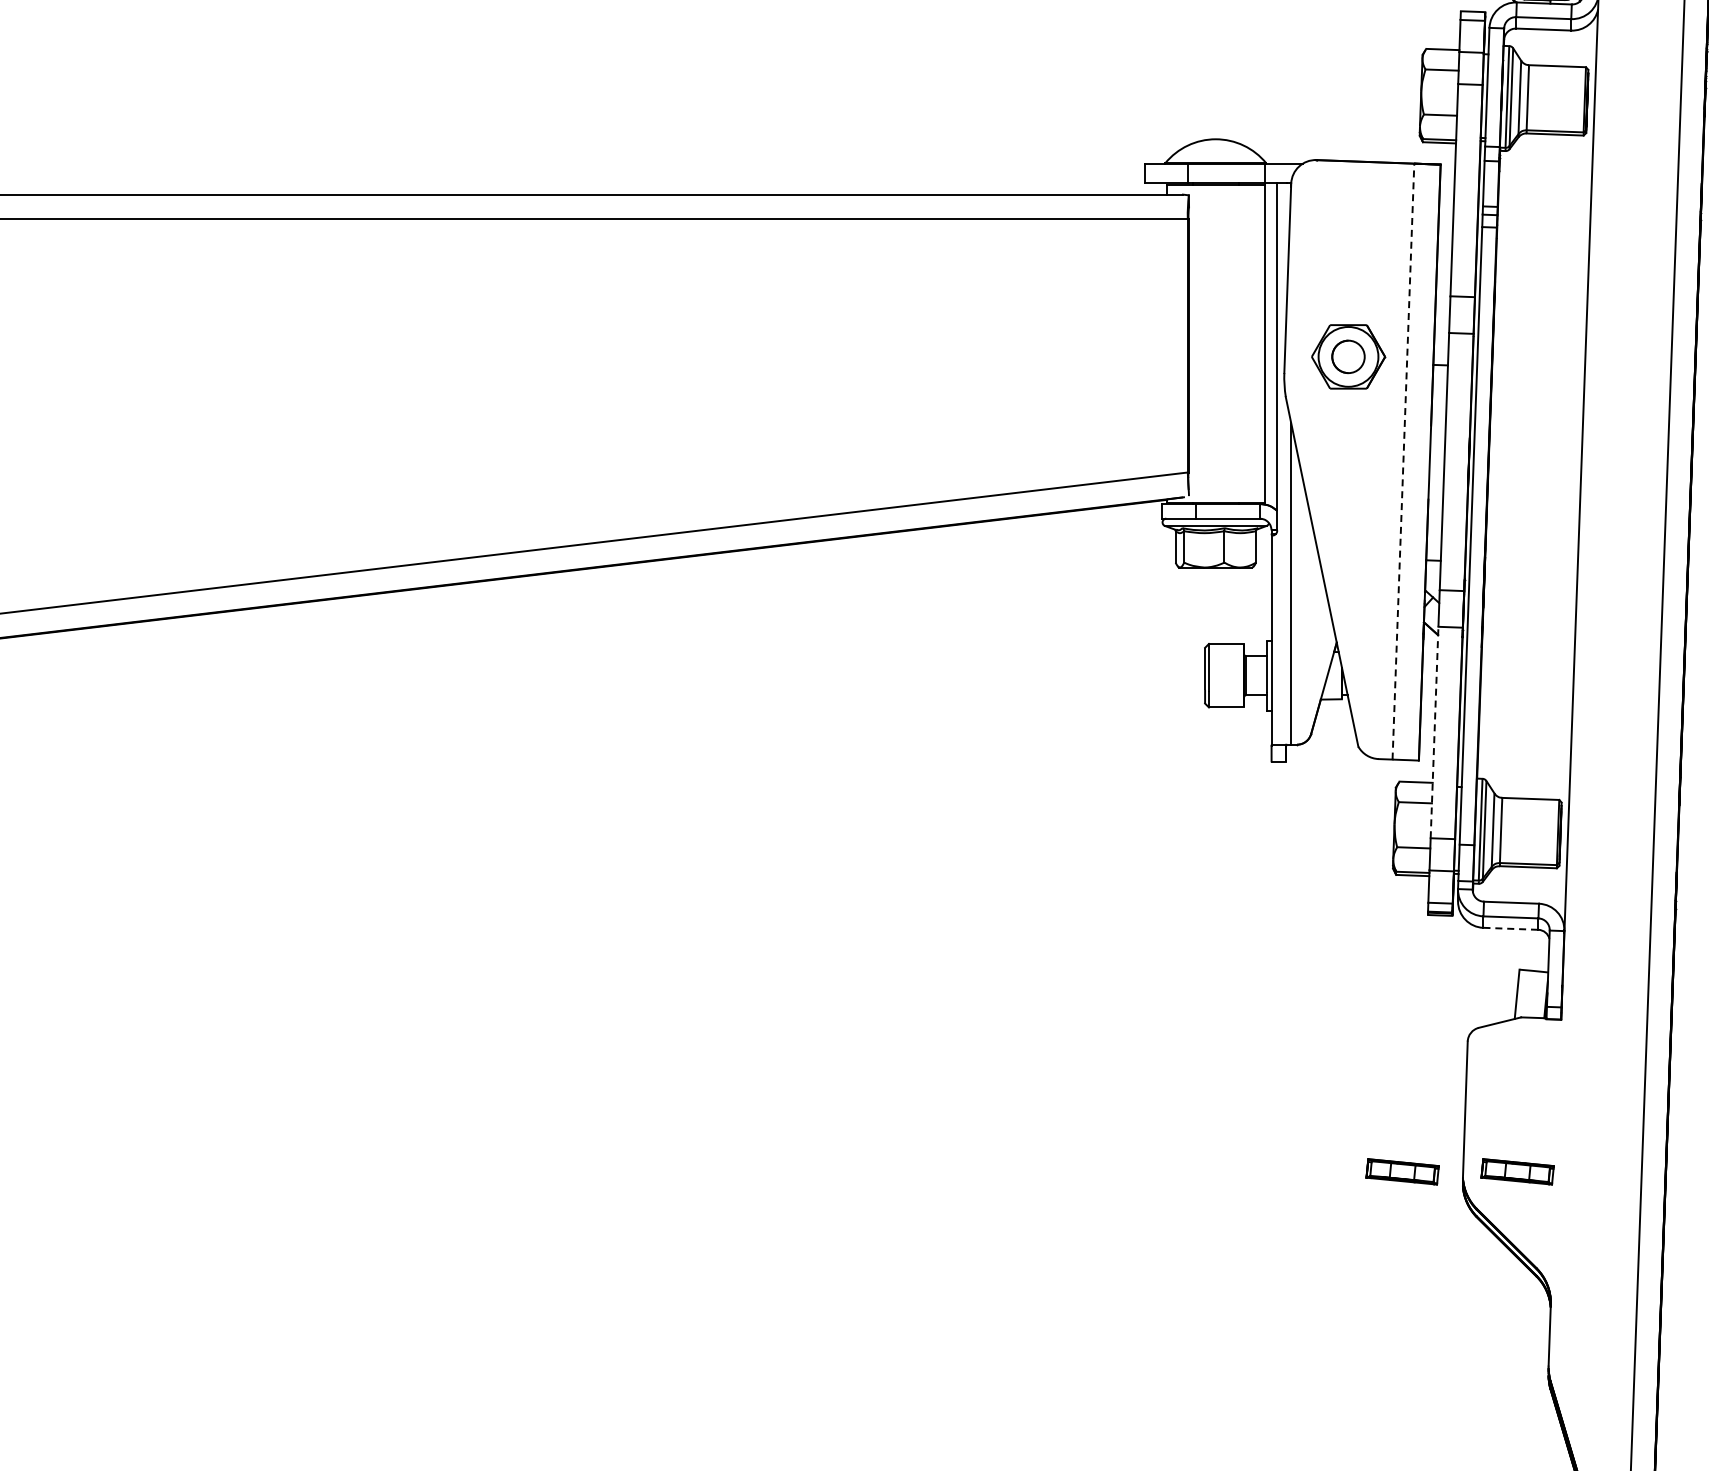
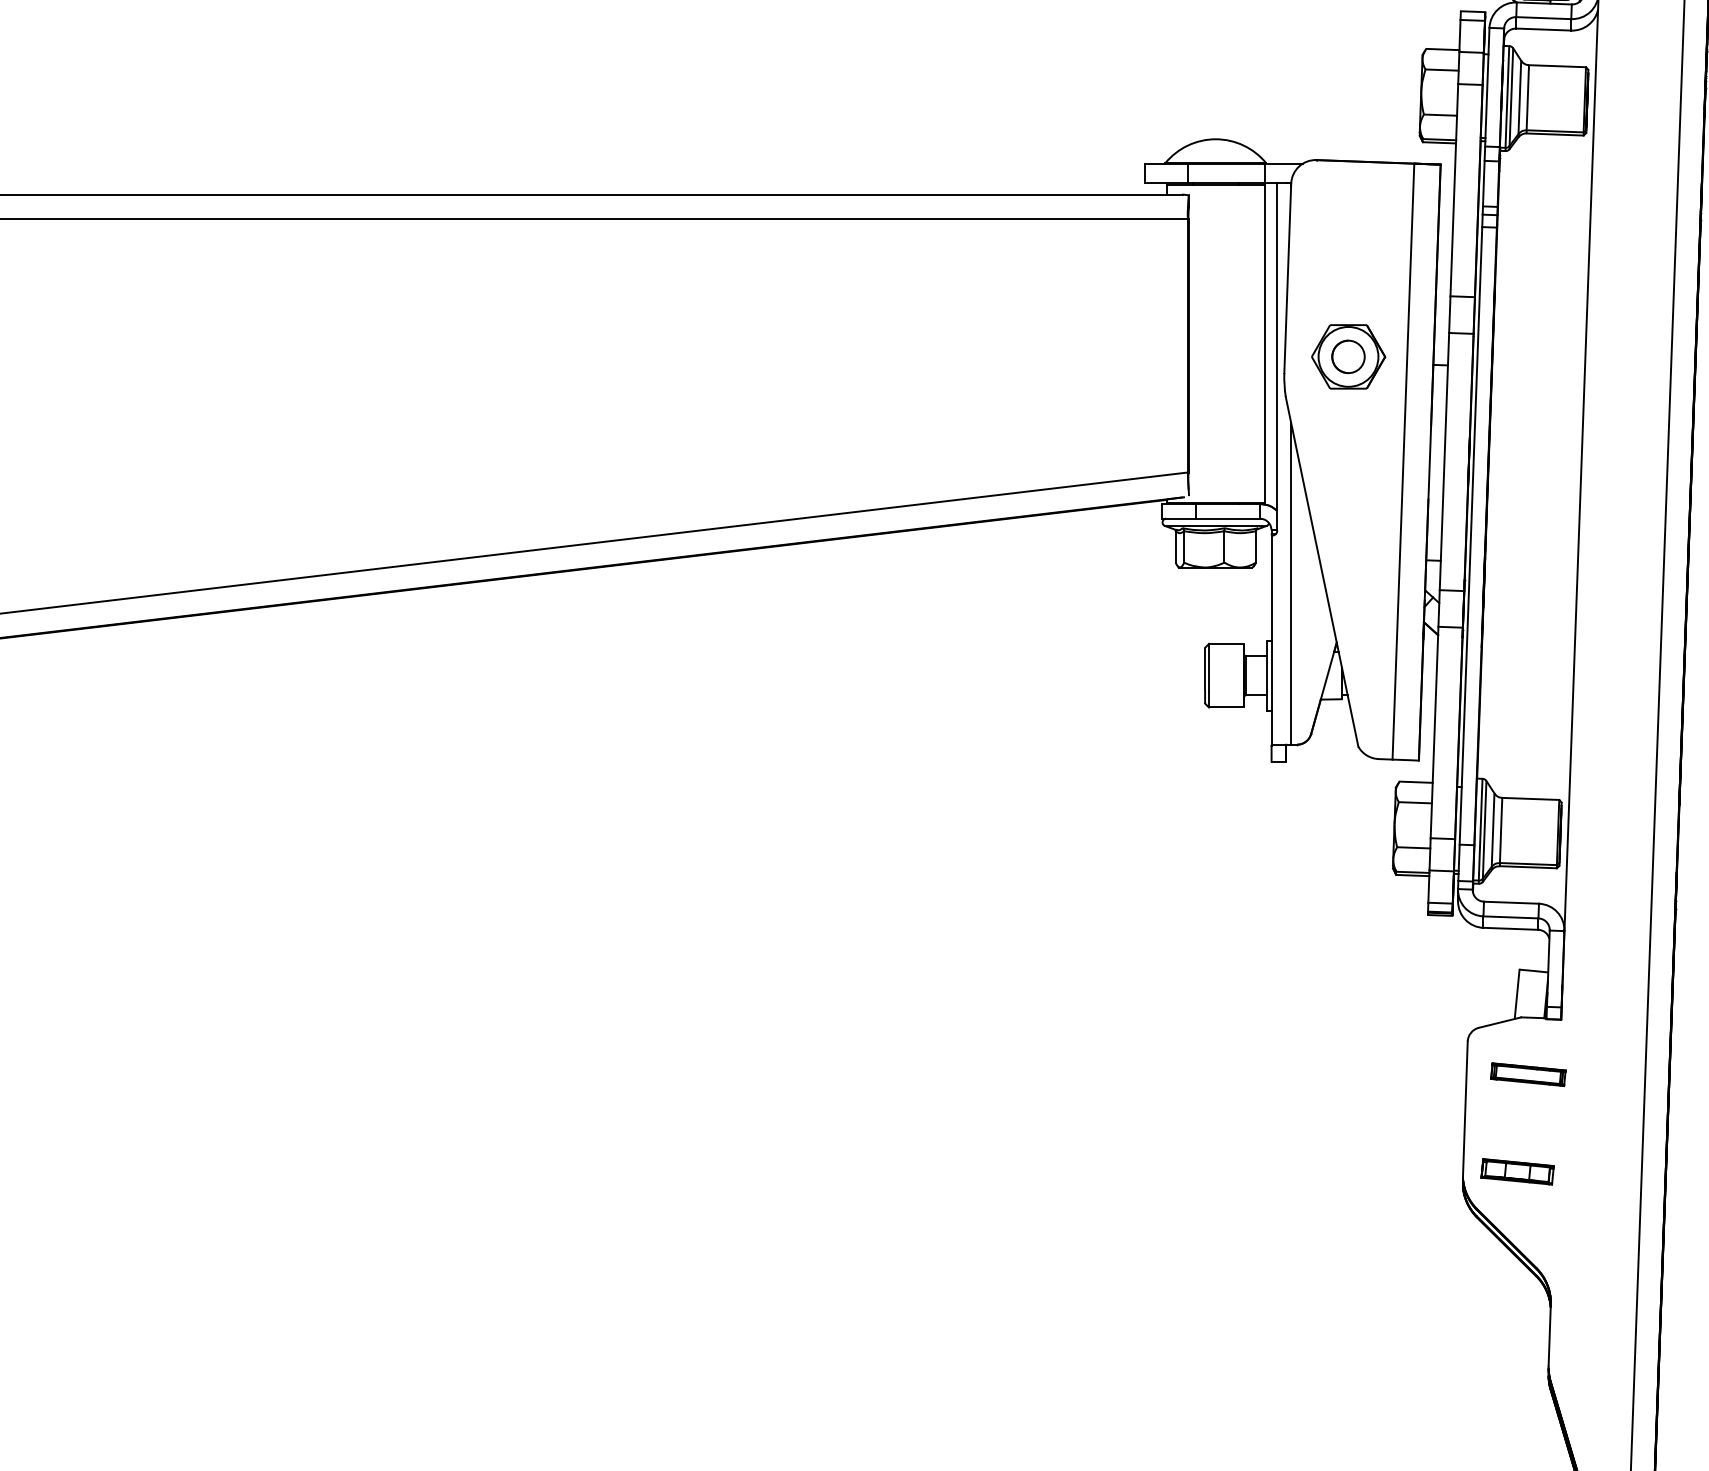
line at (1403, 461): dashed -> solid
line at (1434, 732): dashed -> solid
line at (1510, 928): dashed -> solid
part at (1528, 1074): none -> present
part at (1402, 1171): present -> none
